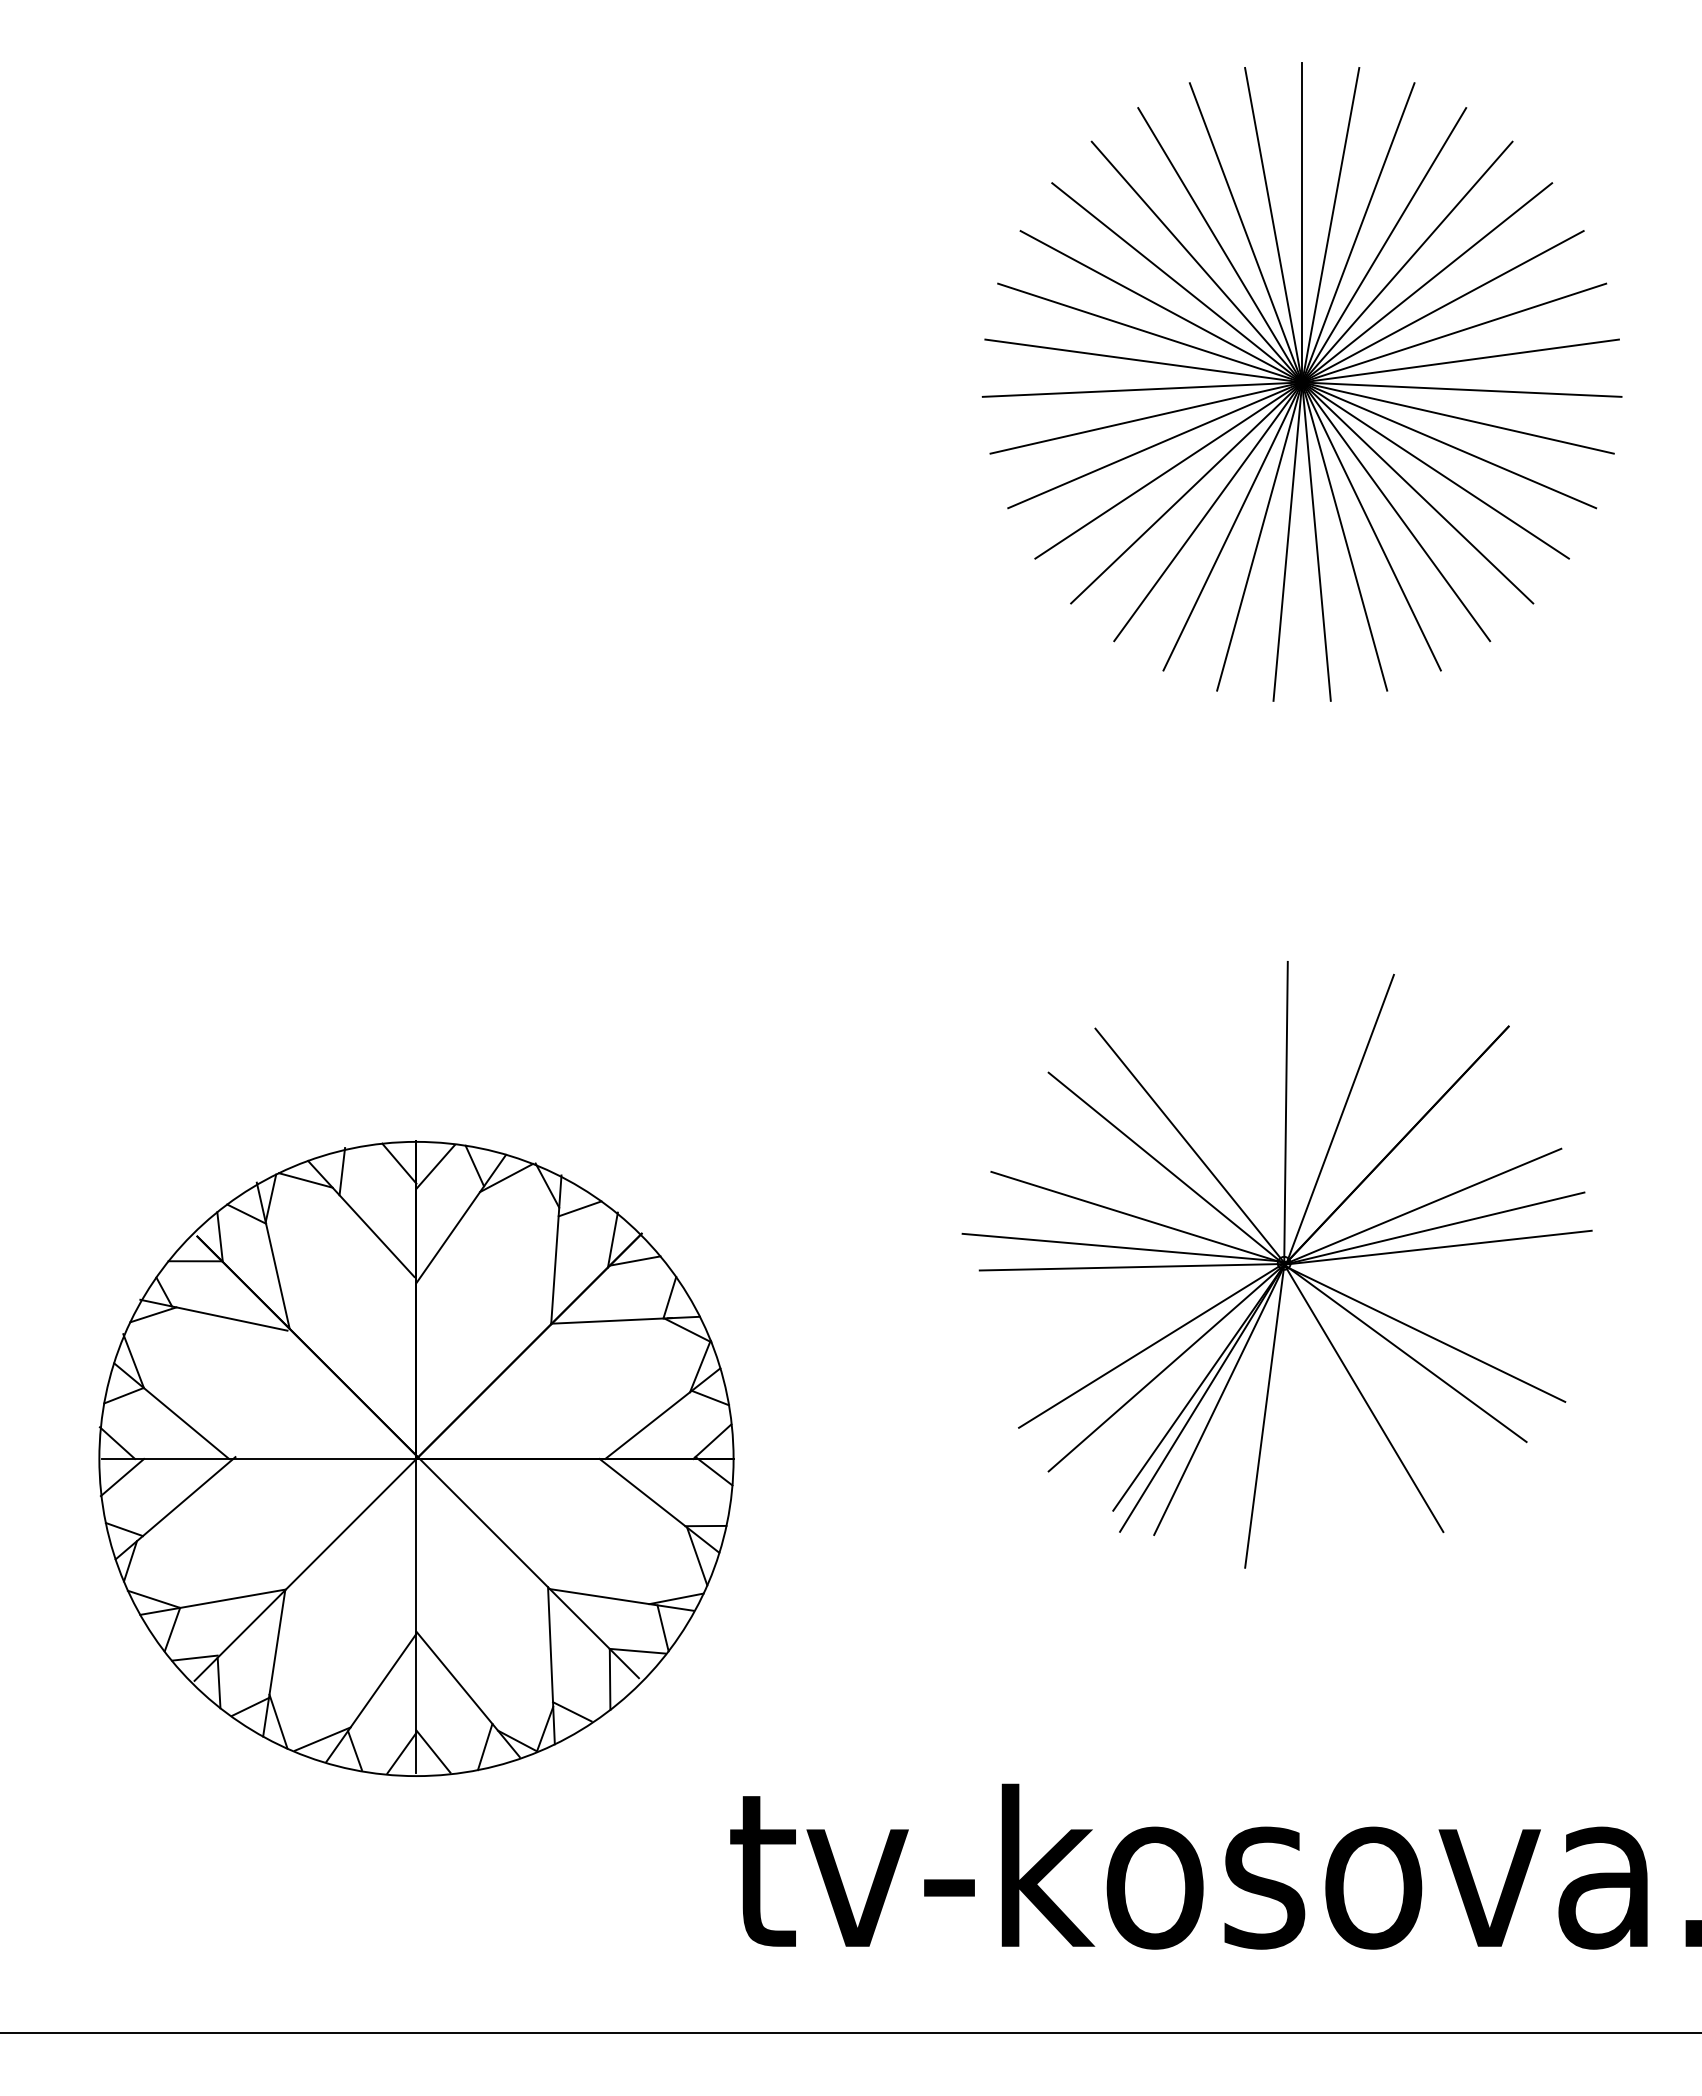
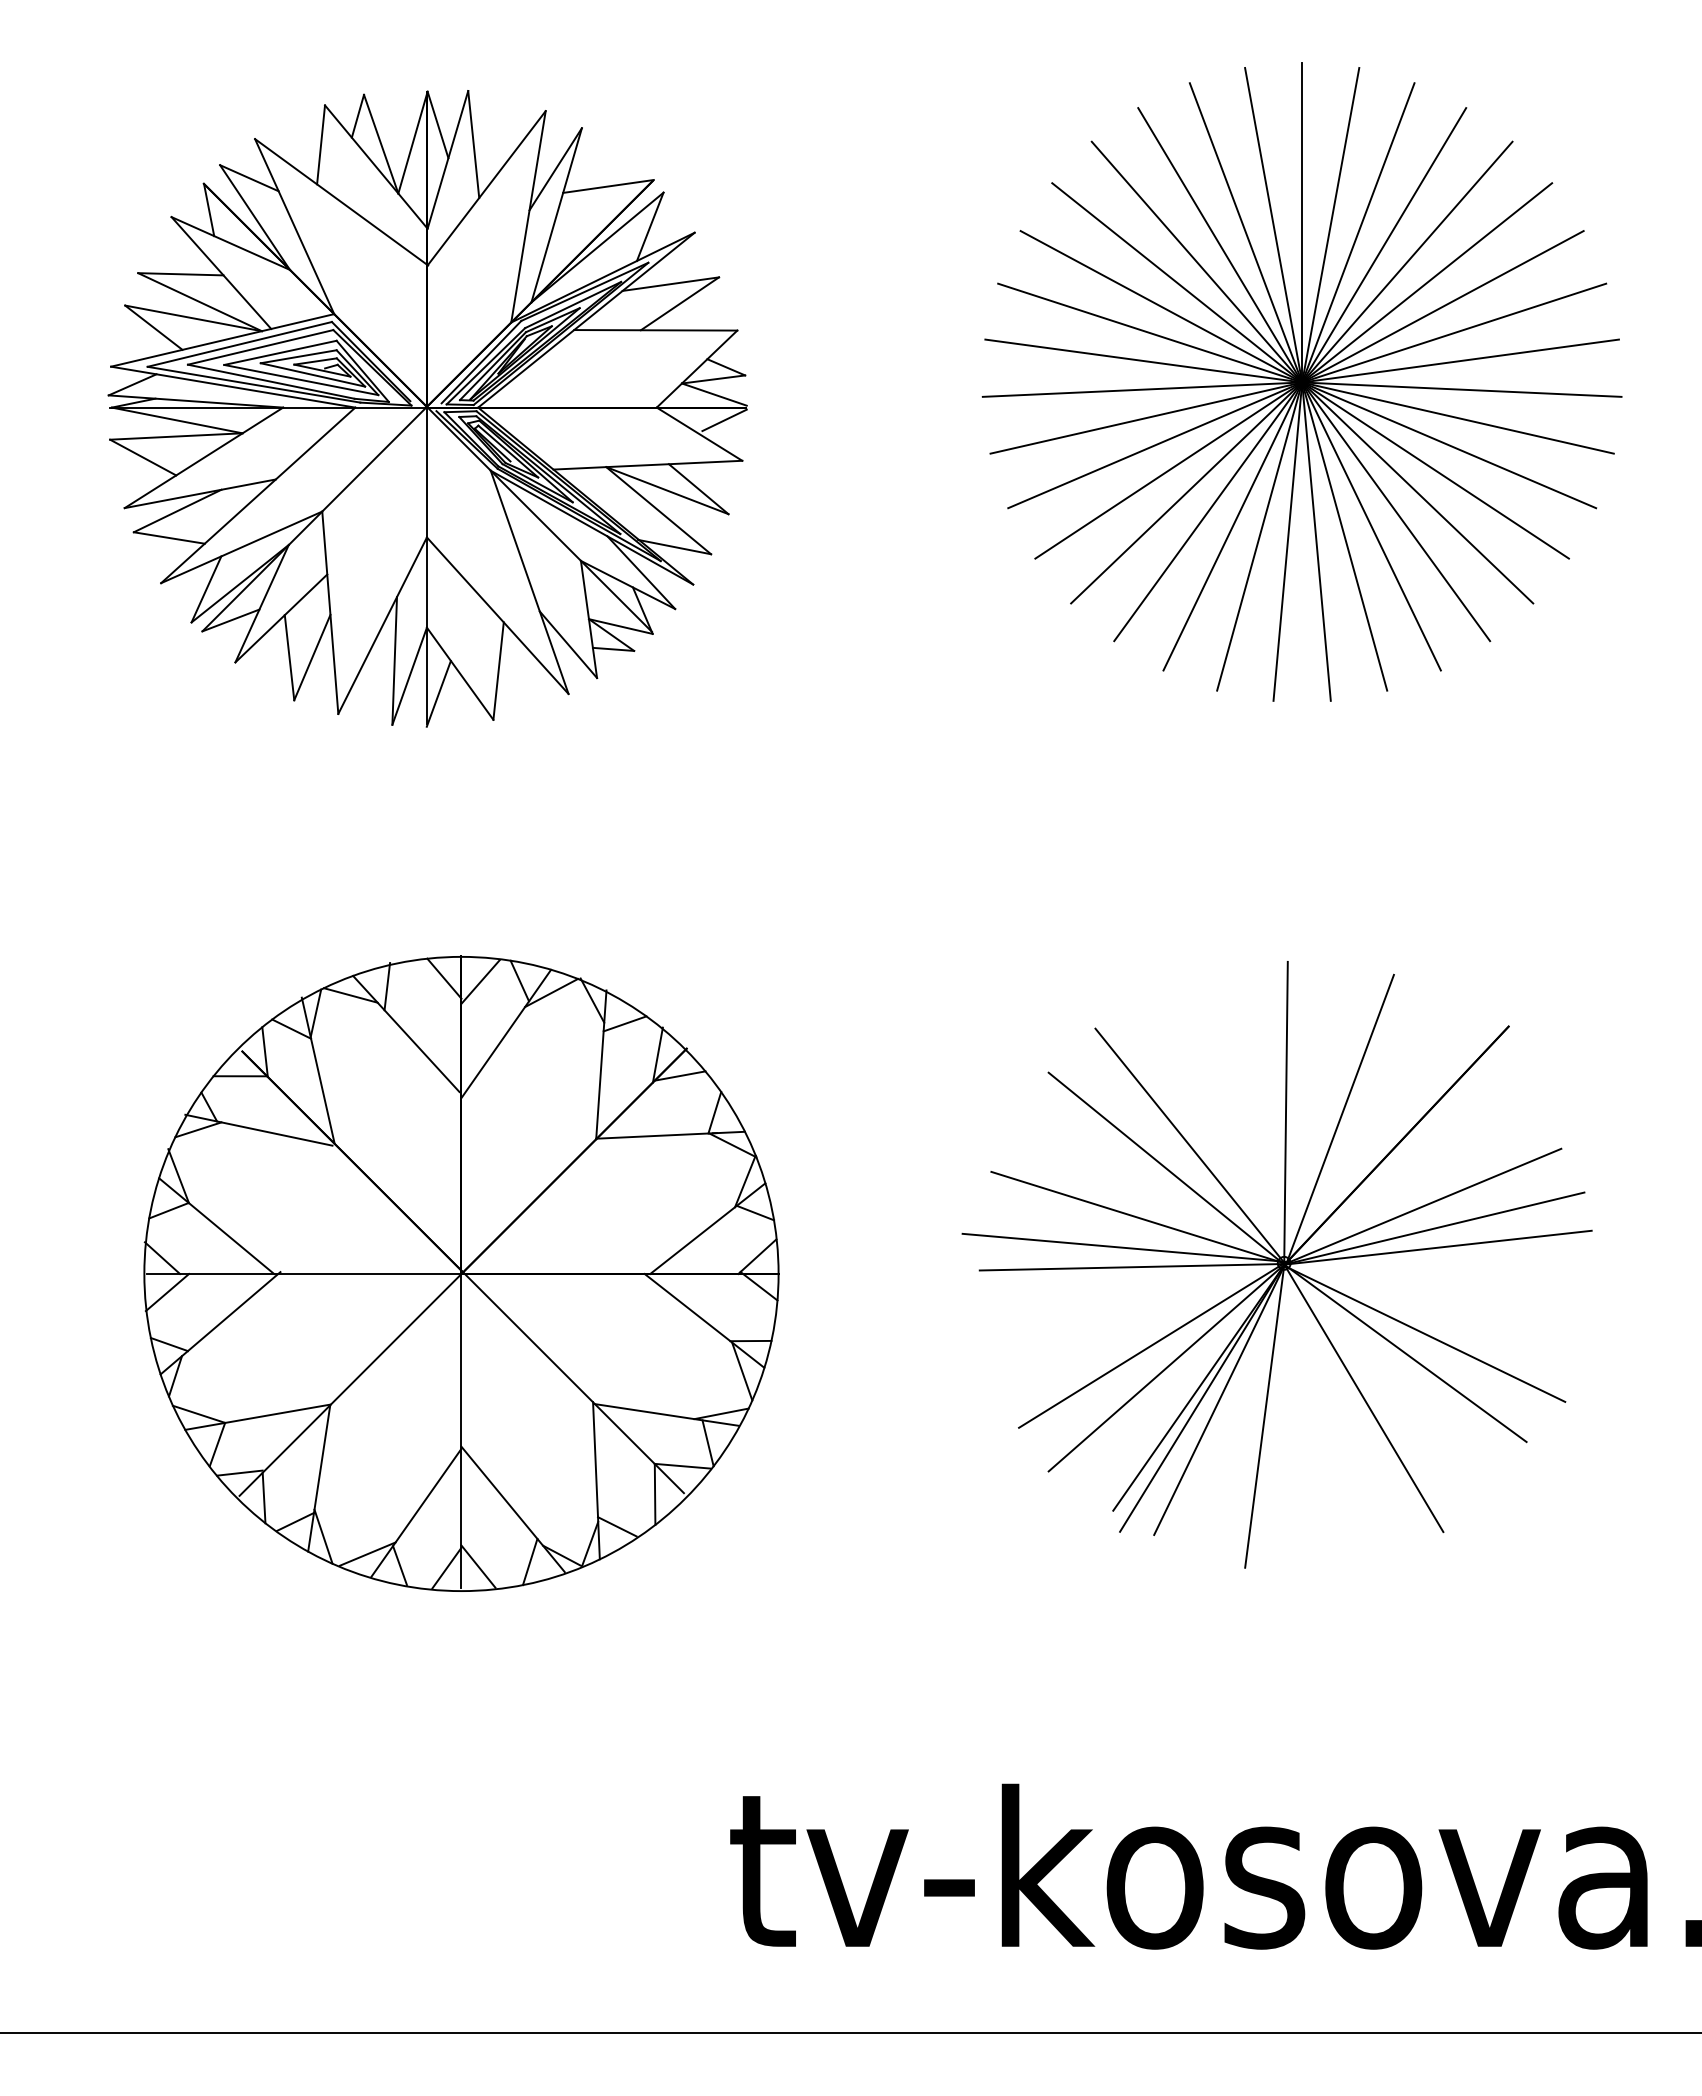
part at (427, 408): none -> present
part at (416, 1458) position: (416, 1458) -> (461, 1273)
